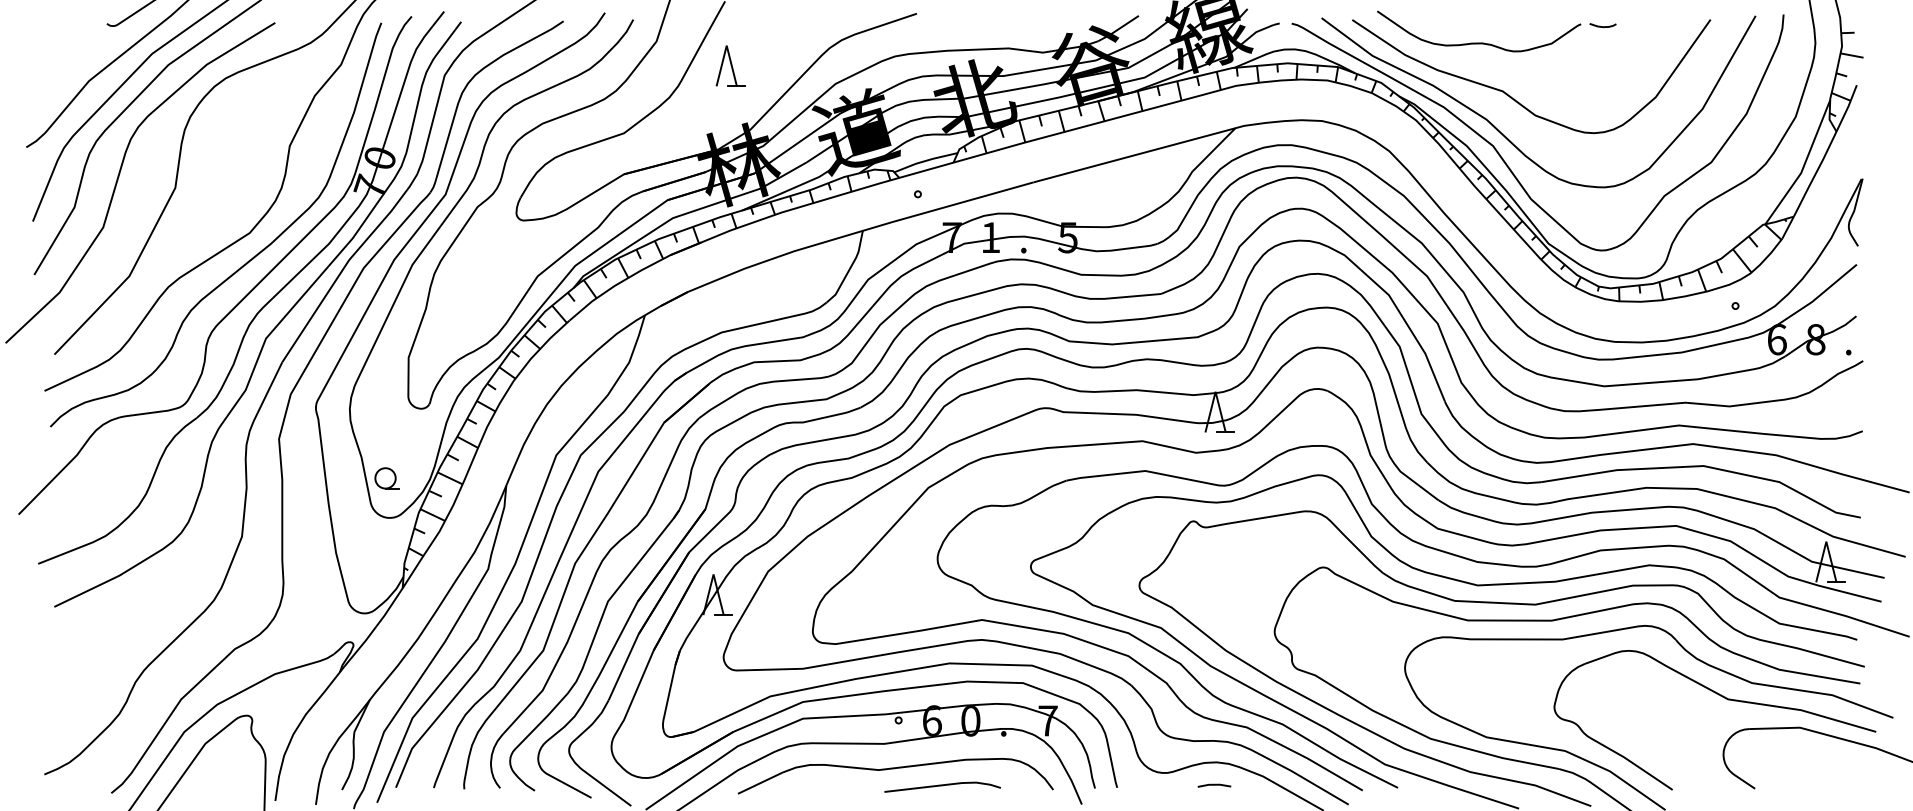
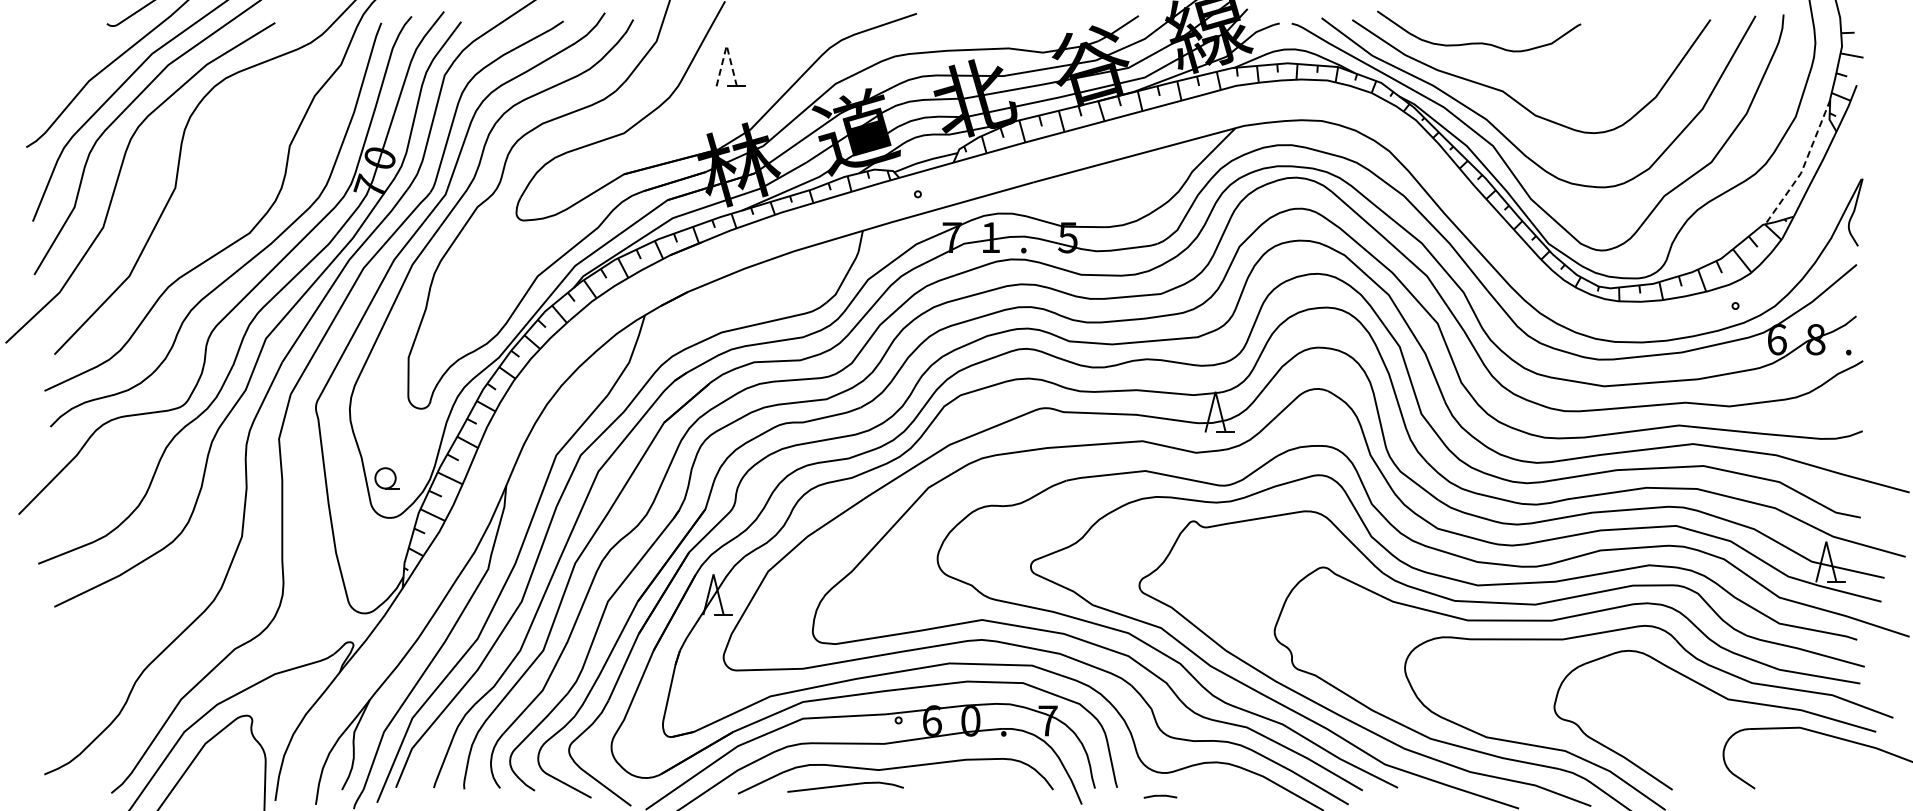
curve at (1602, 26): present -> none
line at (726, 45): solid -> dashed
line at (1803, 166): solid -> dashed
line at (1214, 785) position: (1214, 785) -> (1160, 796)
line at (942, 786) position: (942, 786) -> (845, 786)
